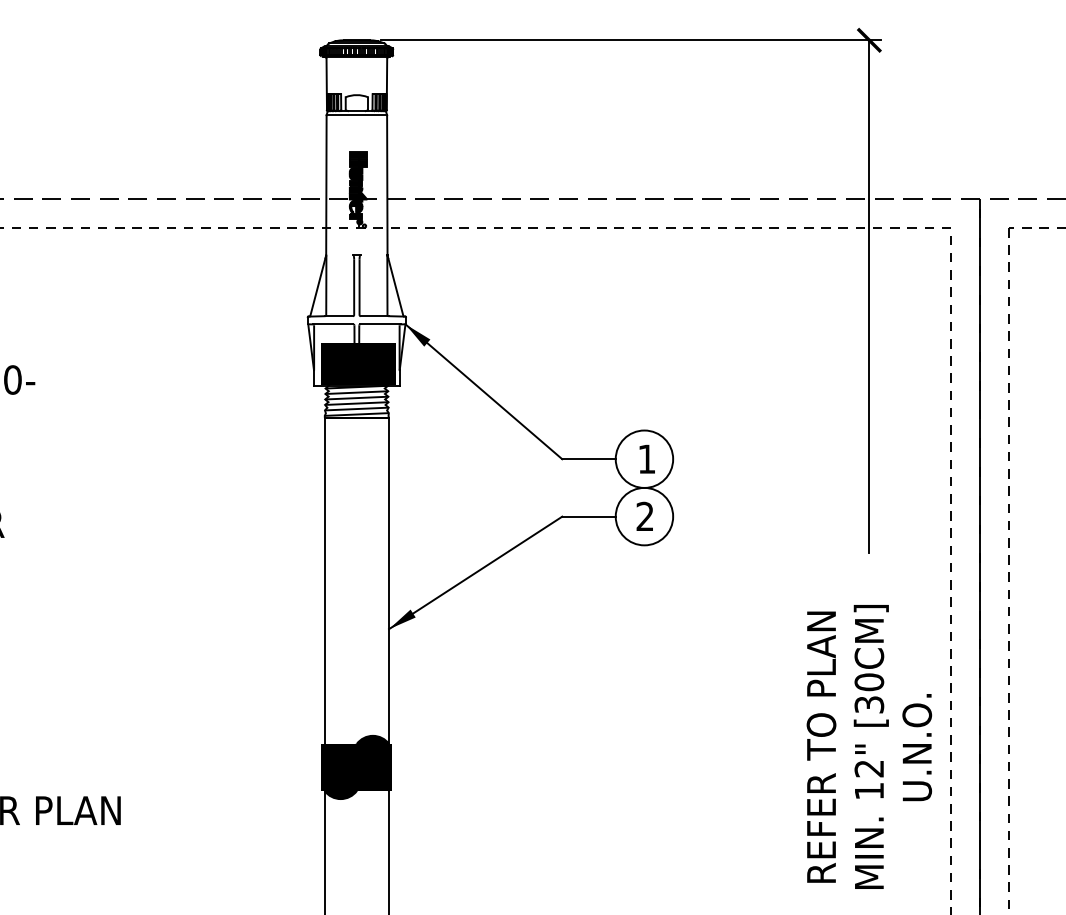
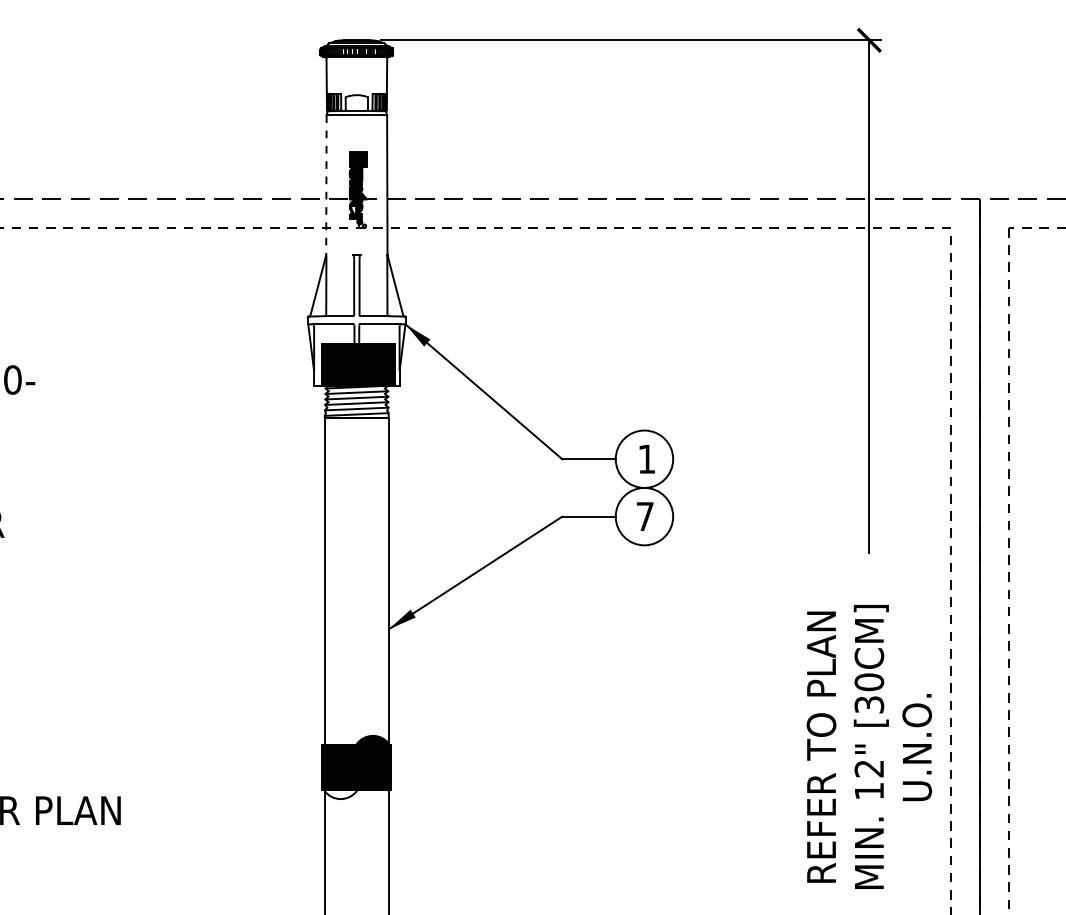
line at (326, 185): solid -> dashed
text at (644, 515): 2 -> 7
fill at (340, 790): present -> none
